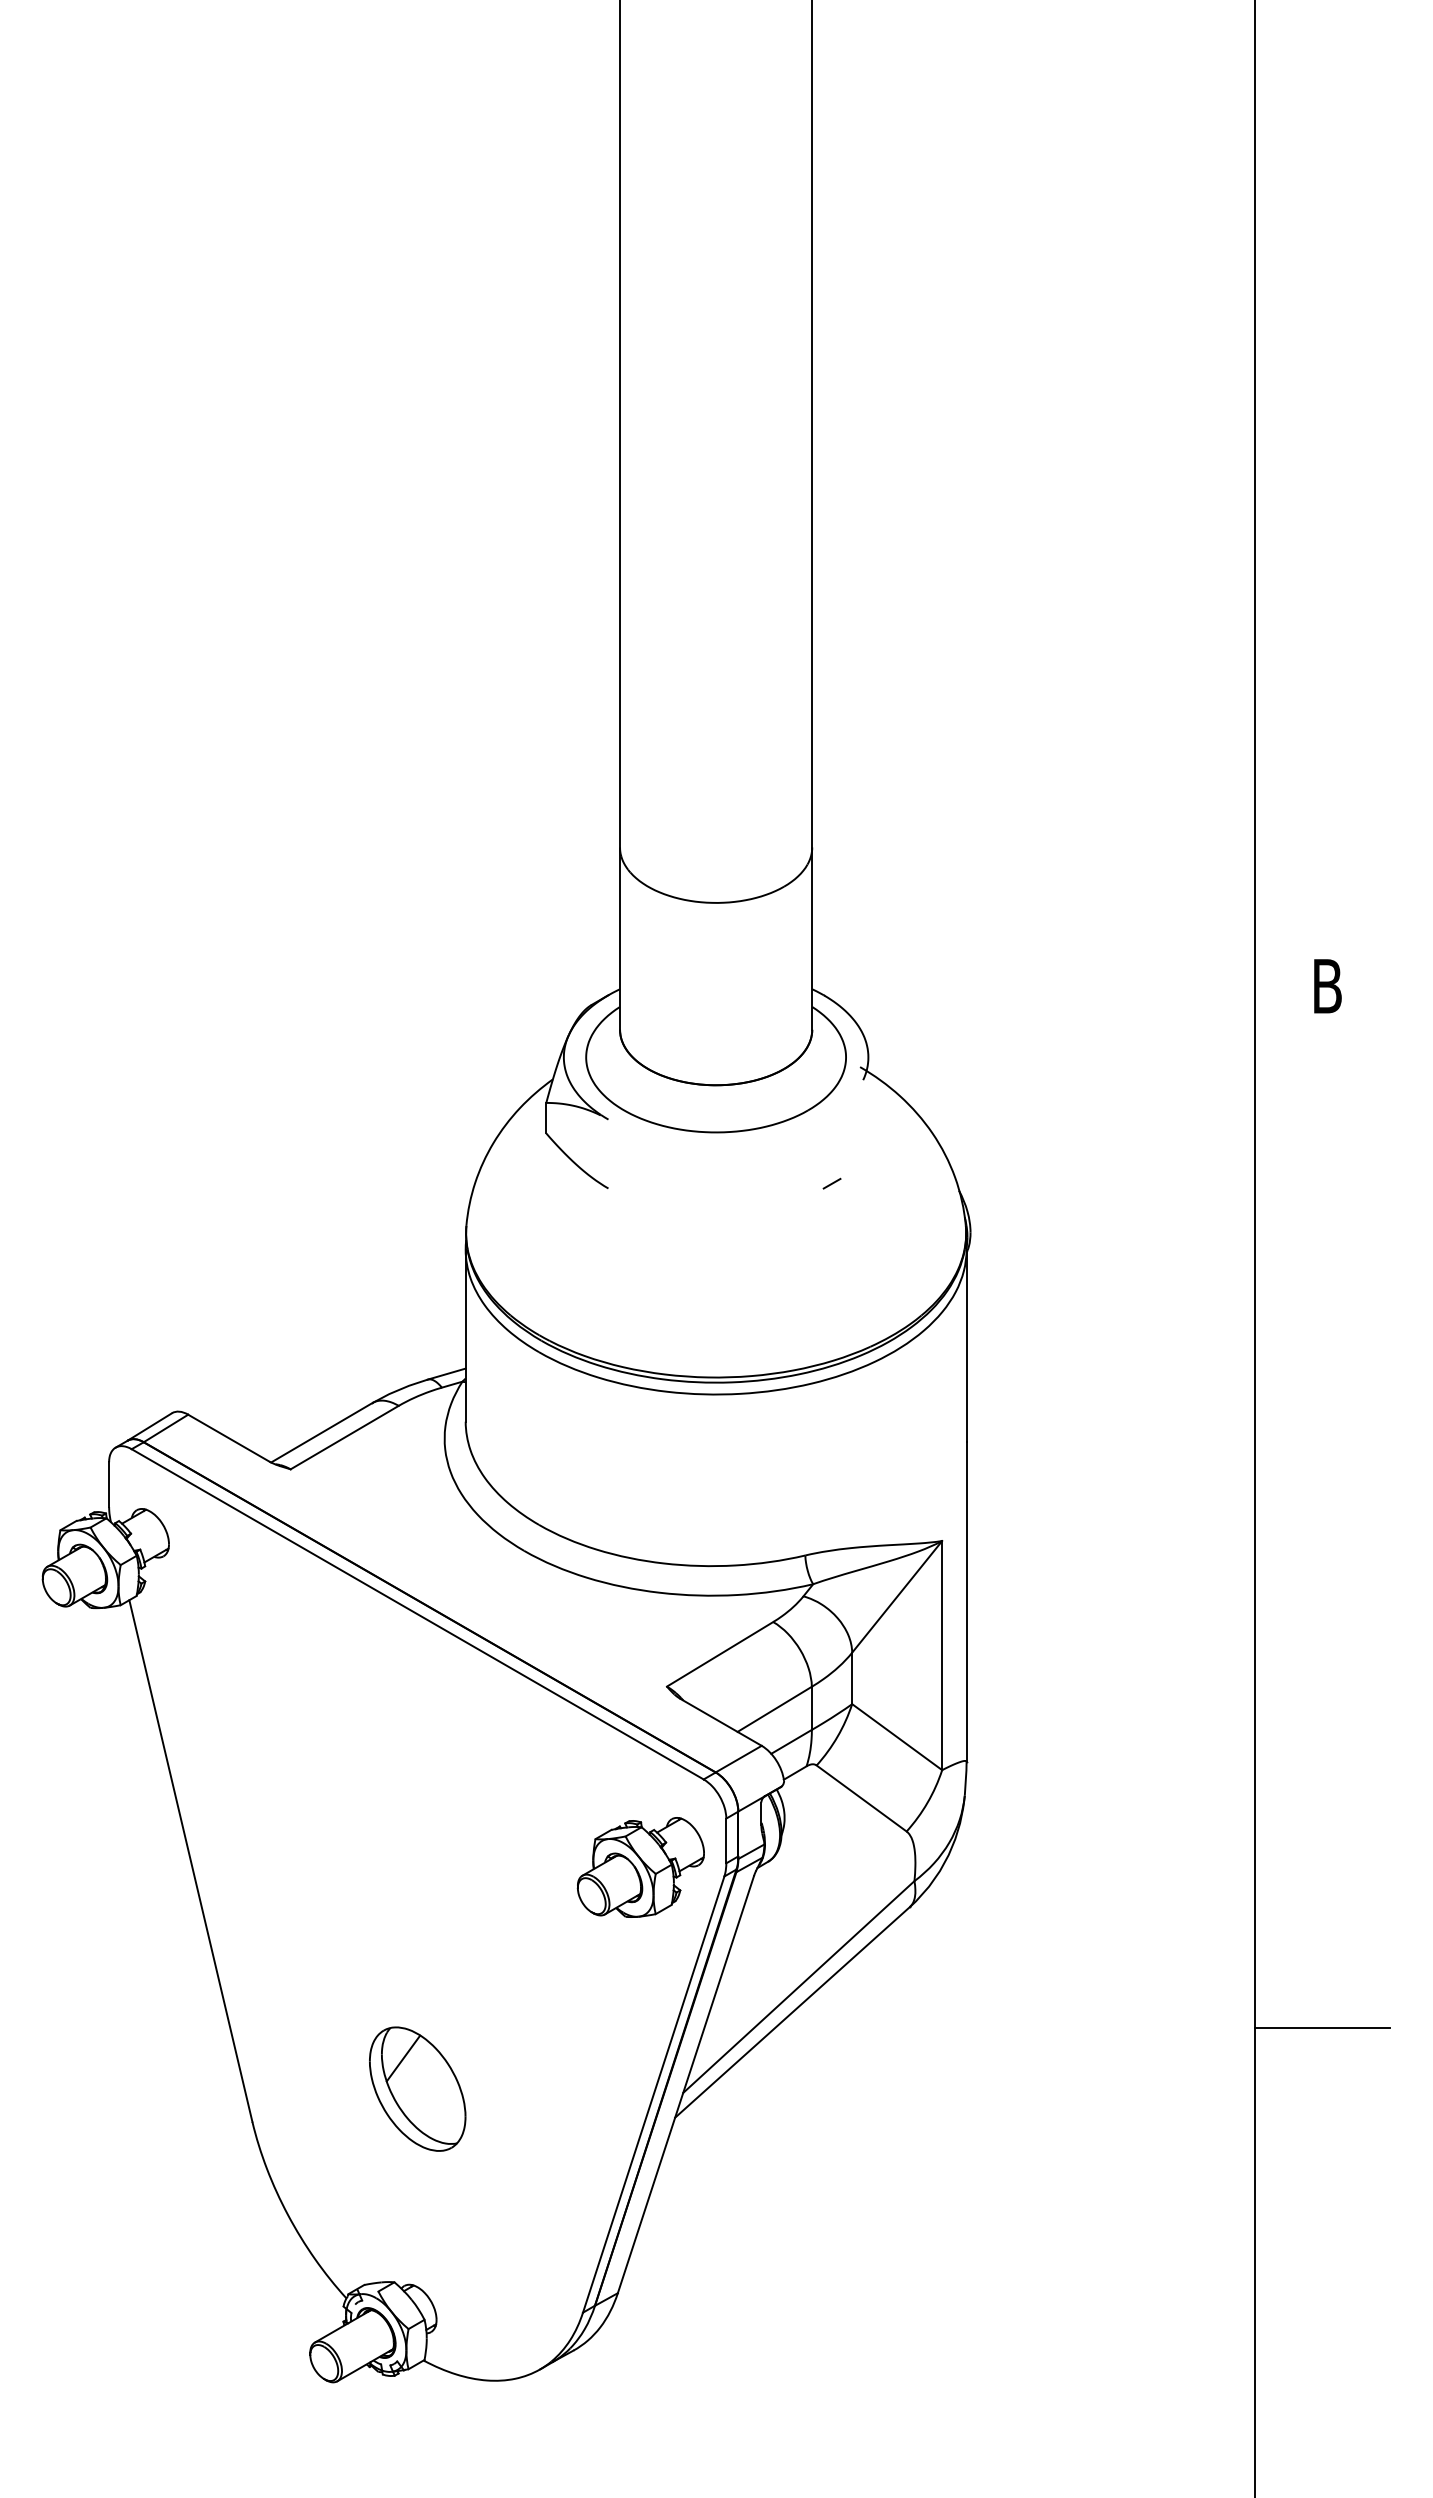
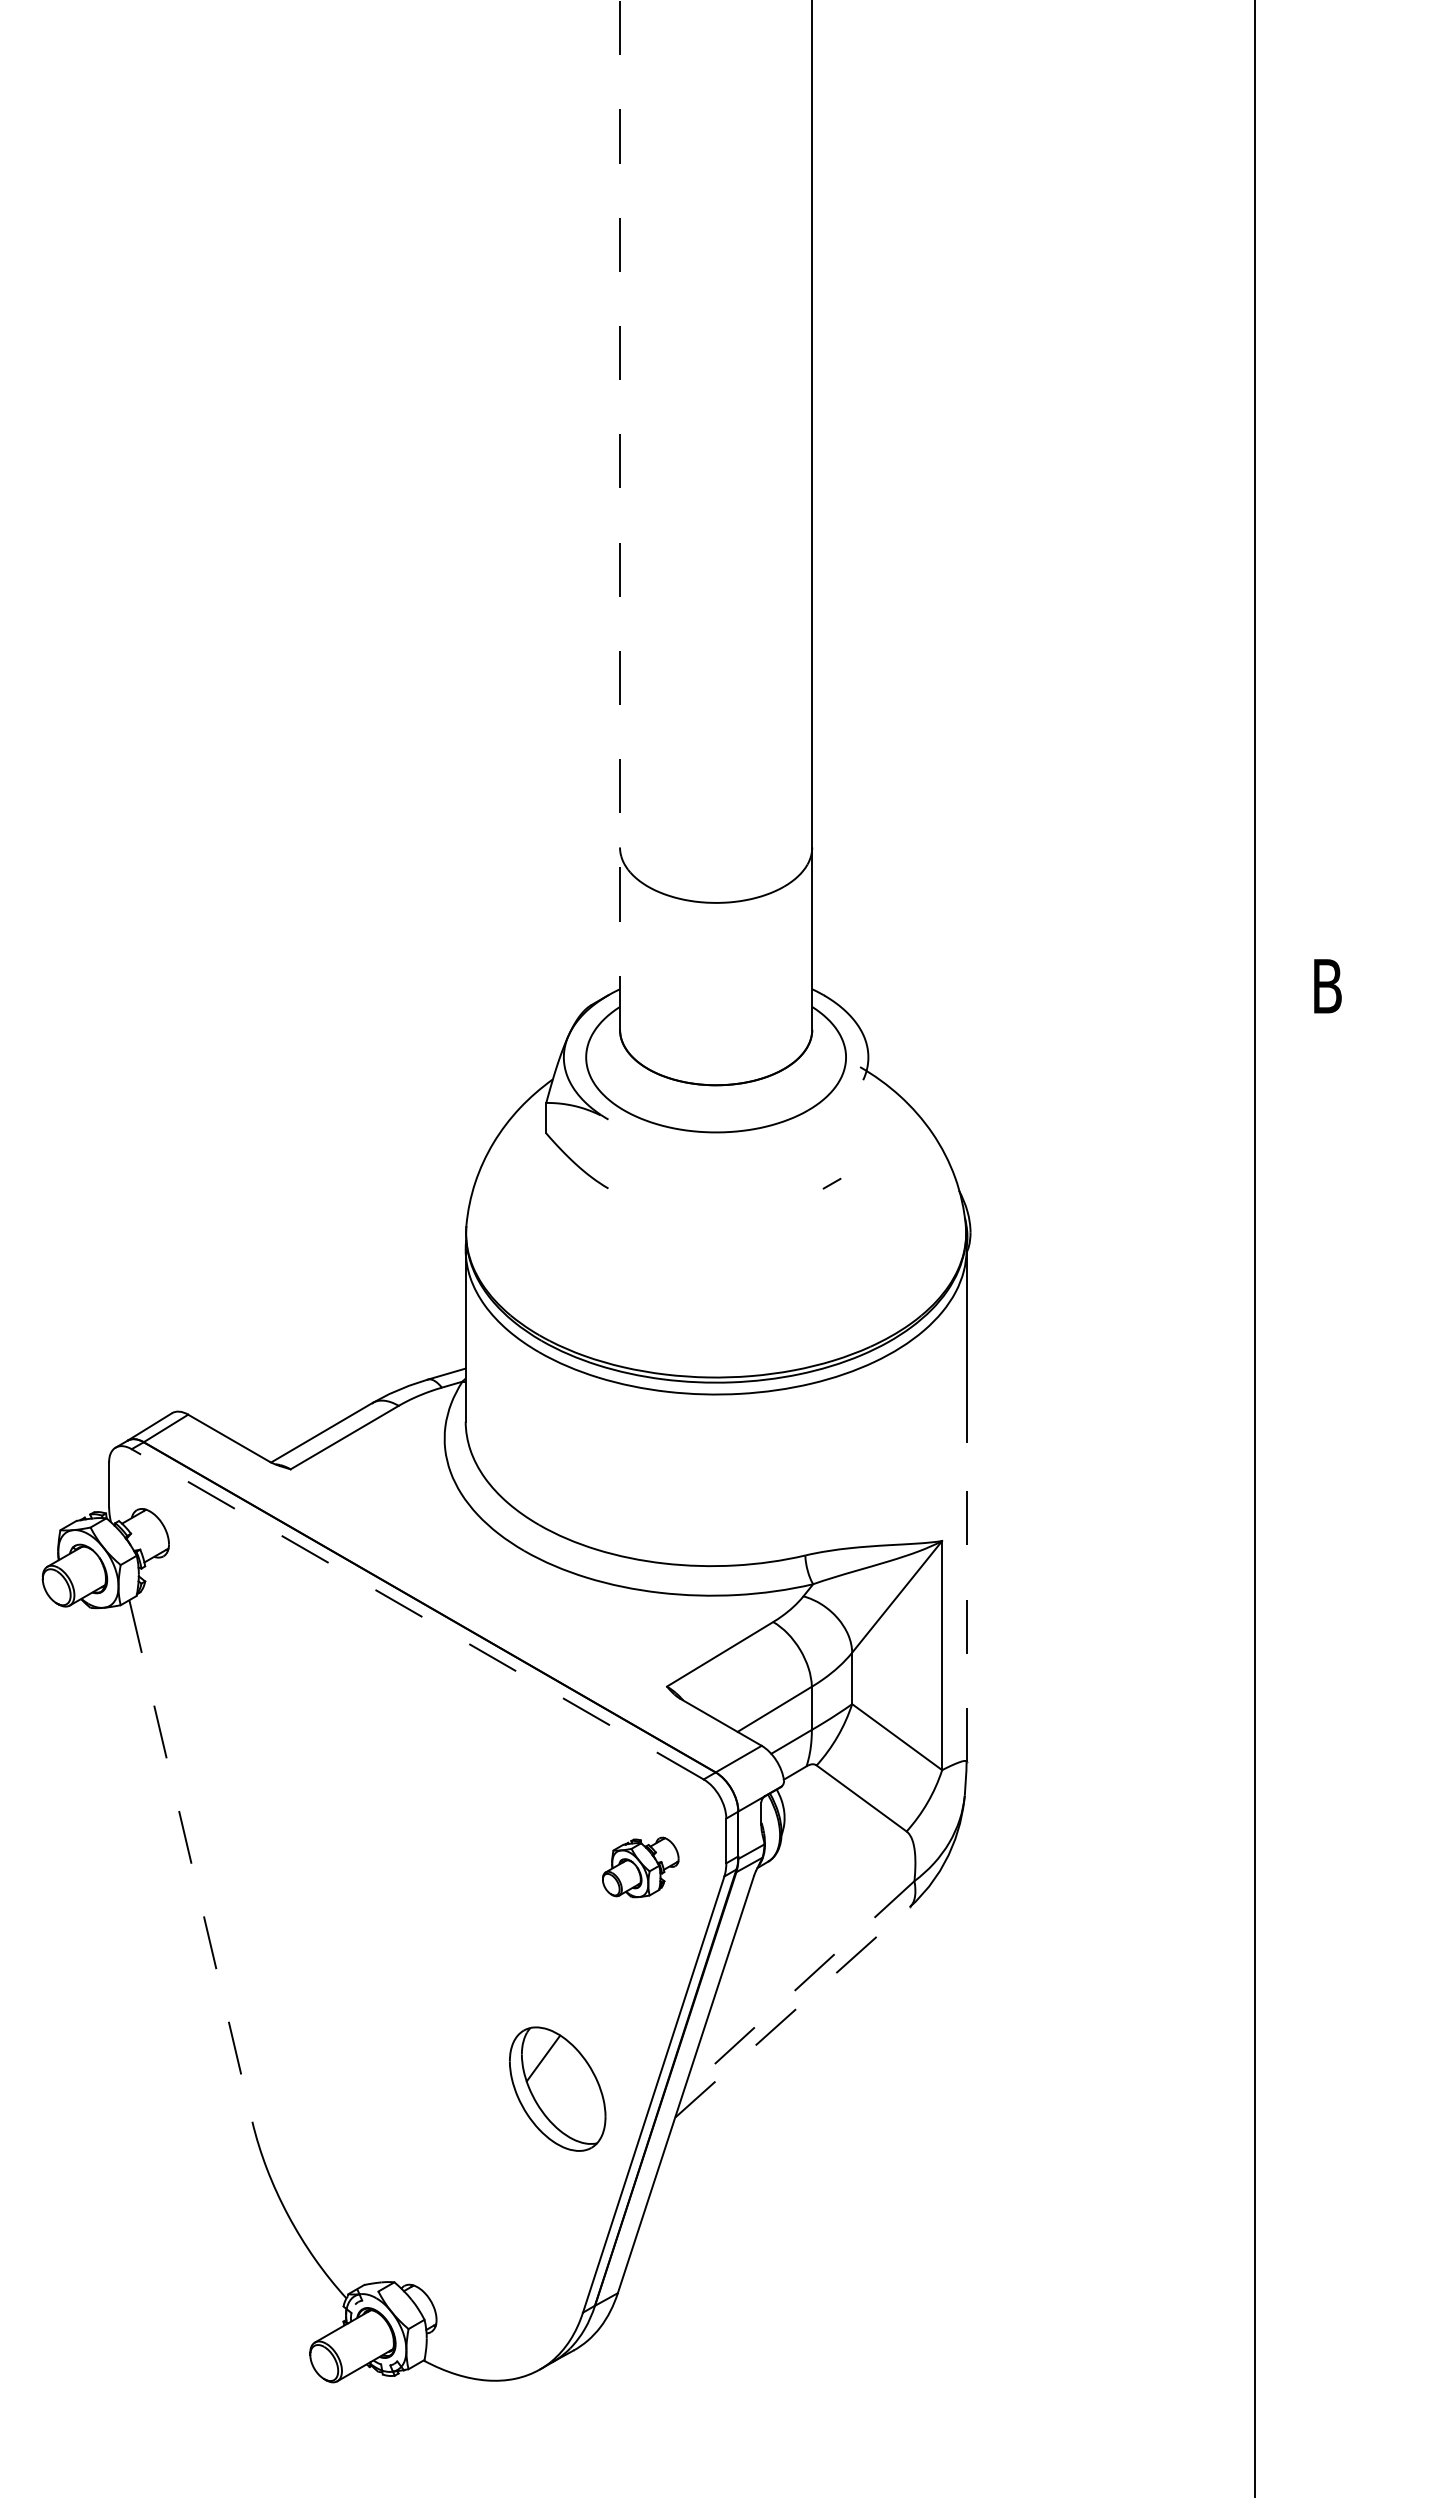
line at (620, 514): solid -> dashed
line at (966, 1601): solid -> dashed
line at (417, 1614): solid -> dashed
line at (190, 1861): solid -> dashed
part at (640, 1867) size: 129x101 px -> 78x63 px
line at (798, 1987): solid -> dashed
line at (792, 2012): solid -> dashed
line at (1322, 2028): present -> none
part at (417, 2088) position: (417, 2088) -> (557, 2088)
